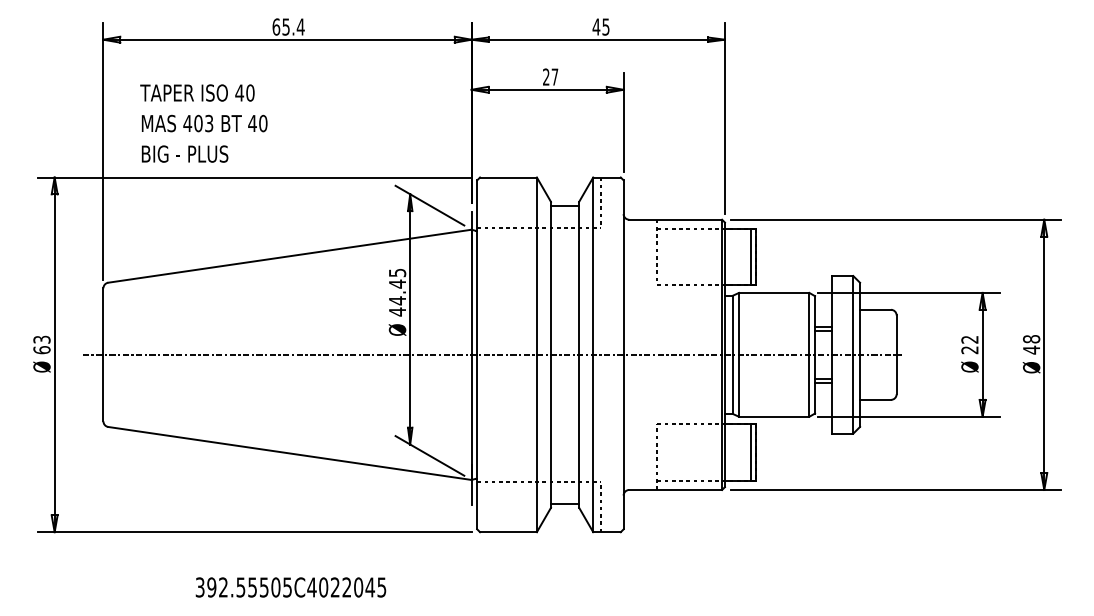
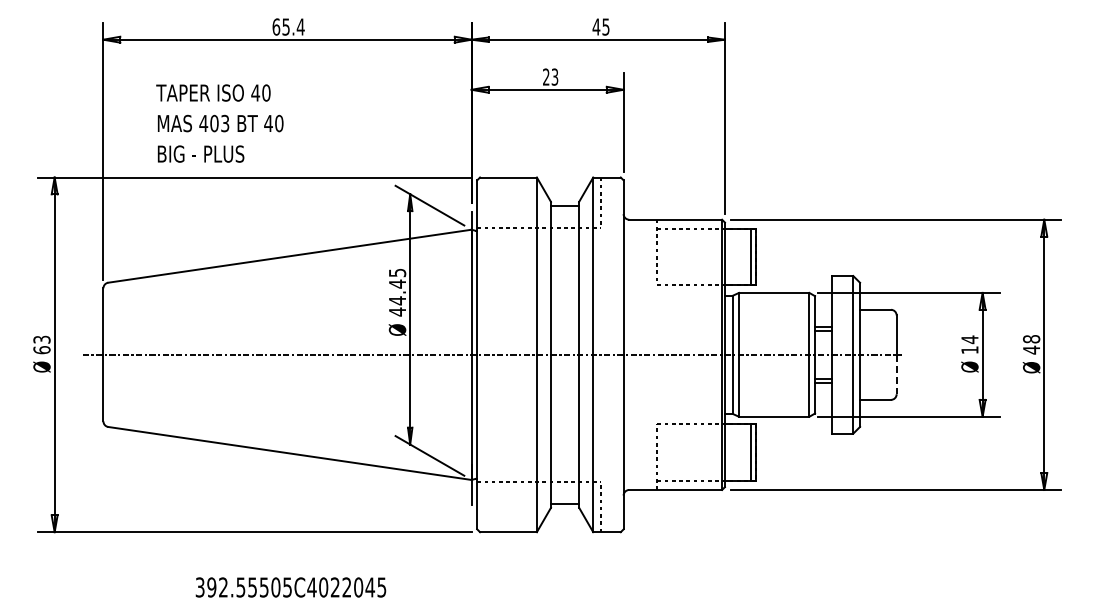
text at (554, 76): 27 -> 23
text at (203, 123) position: (203, 123) -> (219, 123)
text at (969, 344): 22 -> 14
line at (896, 374): solid -> dashed
